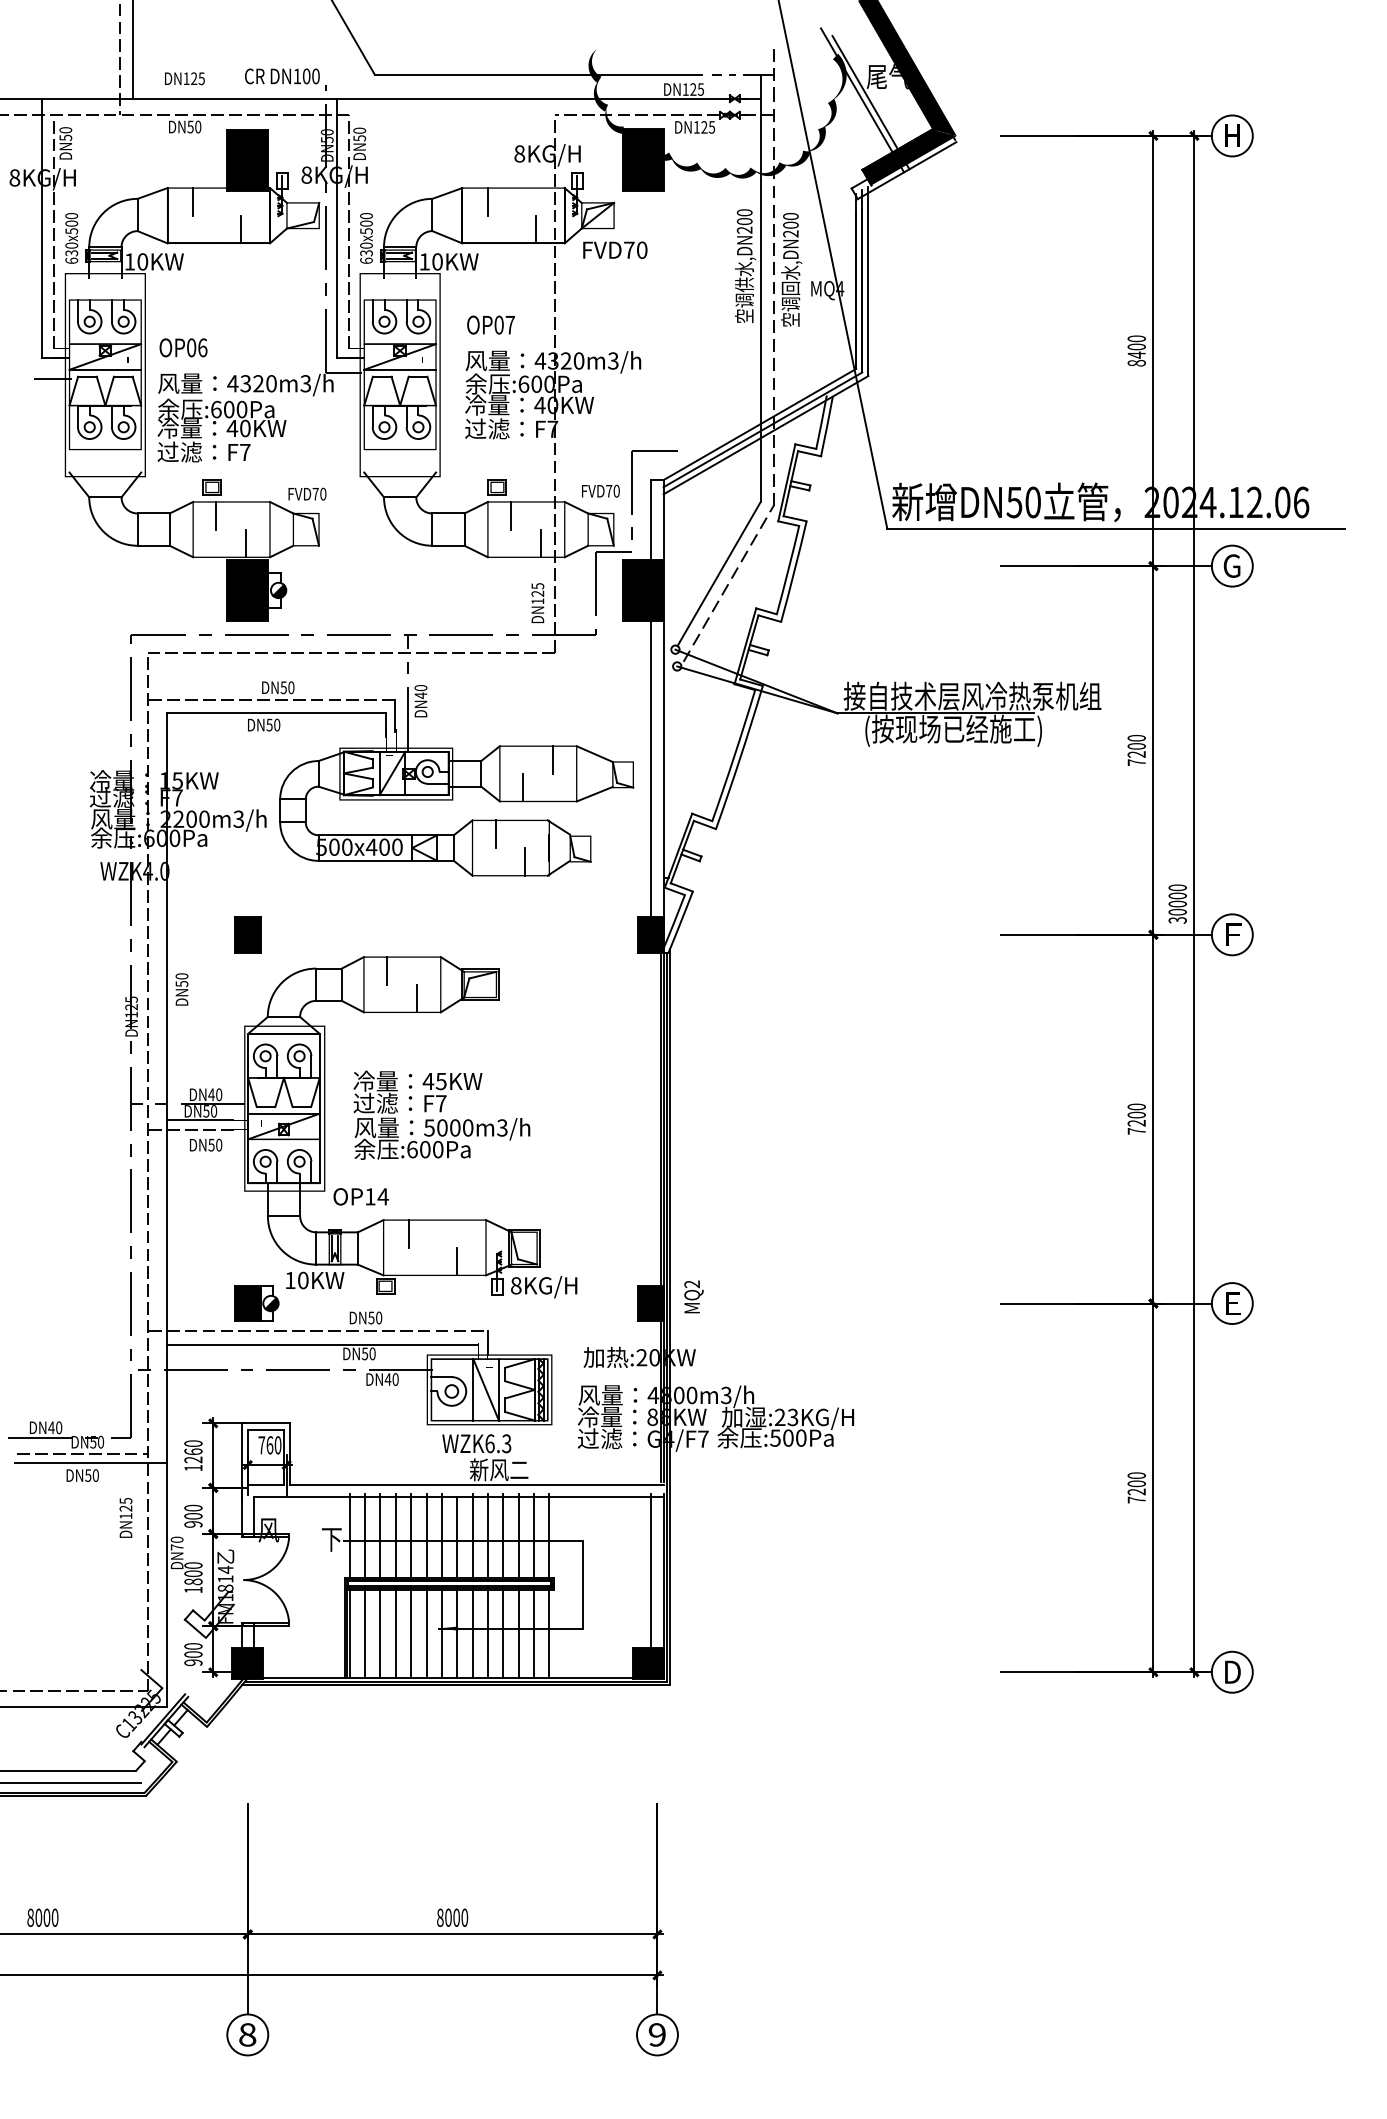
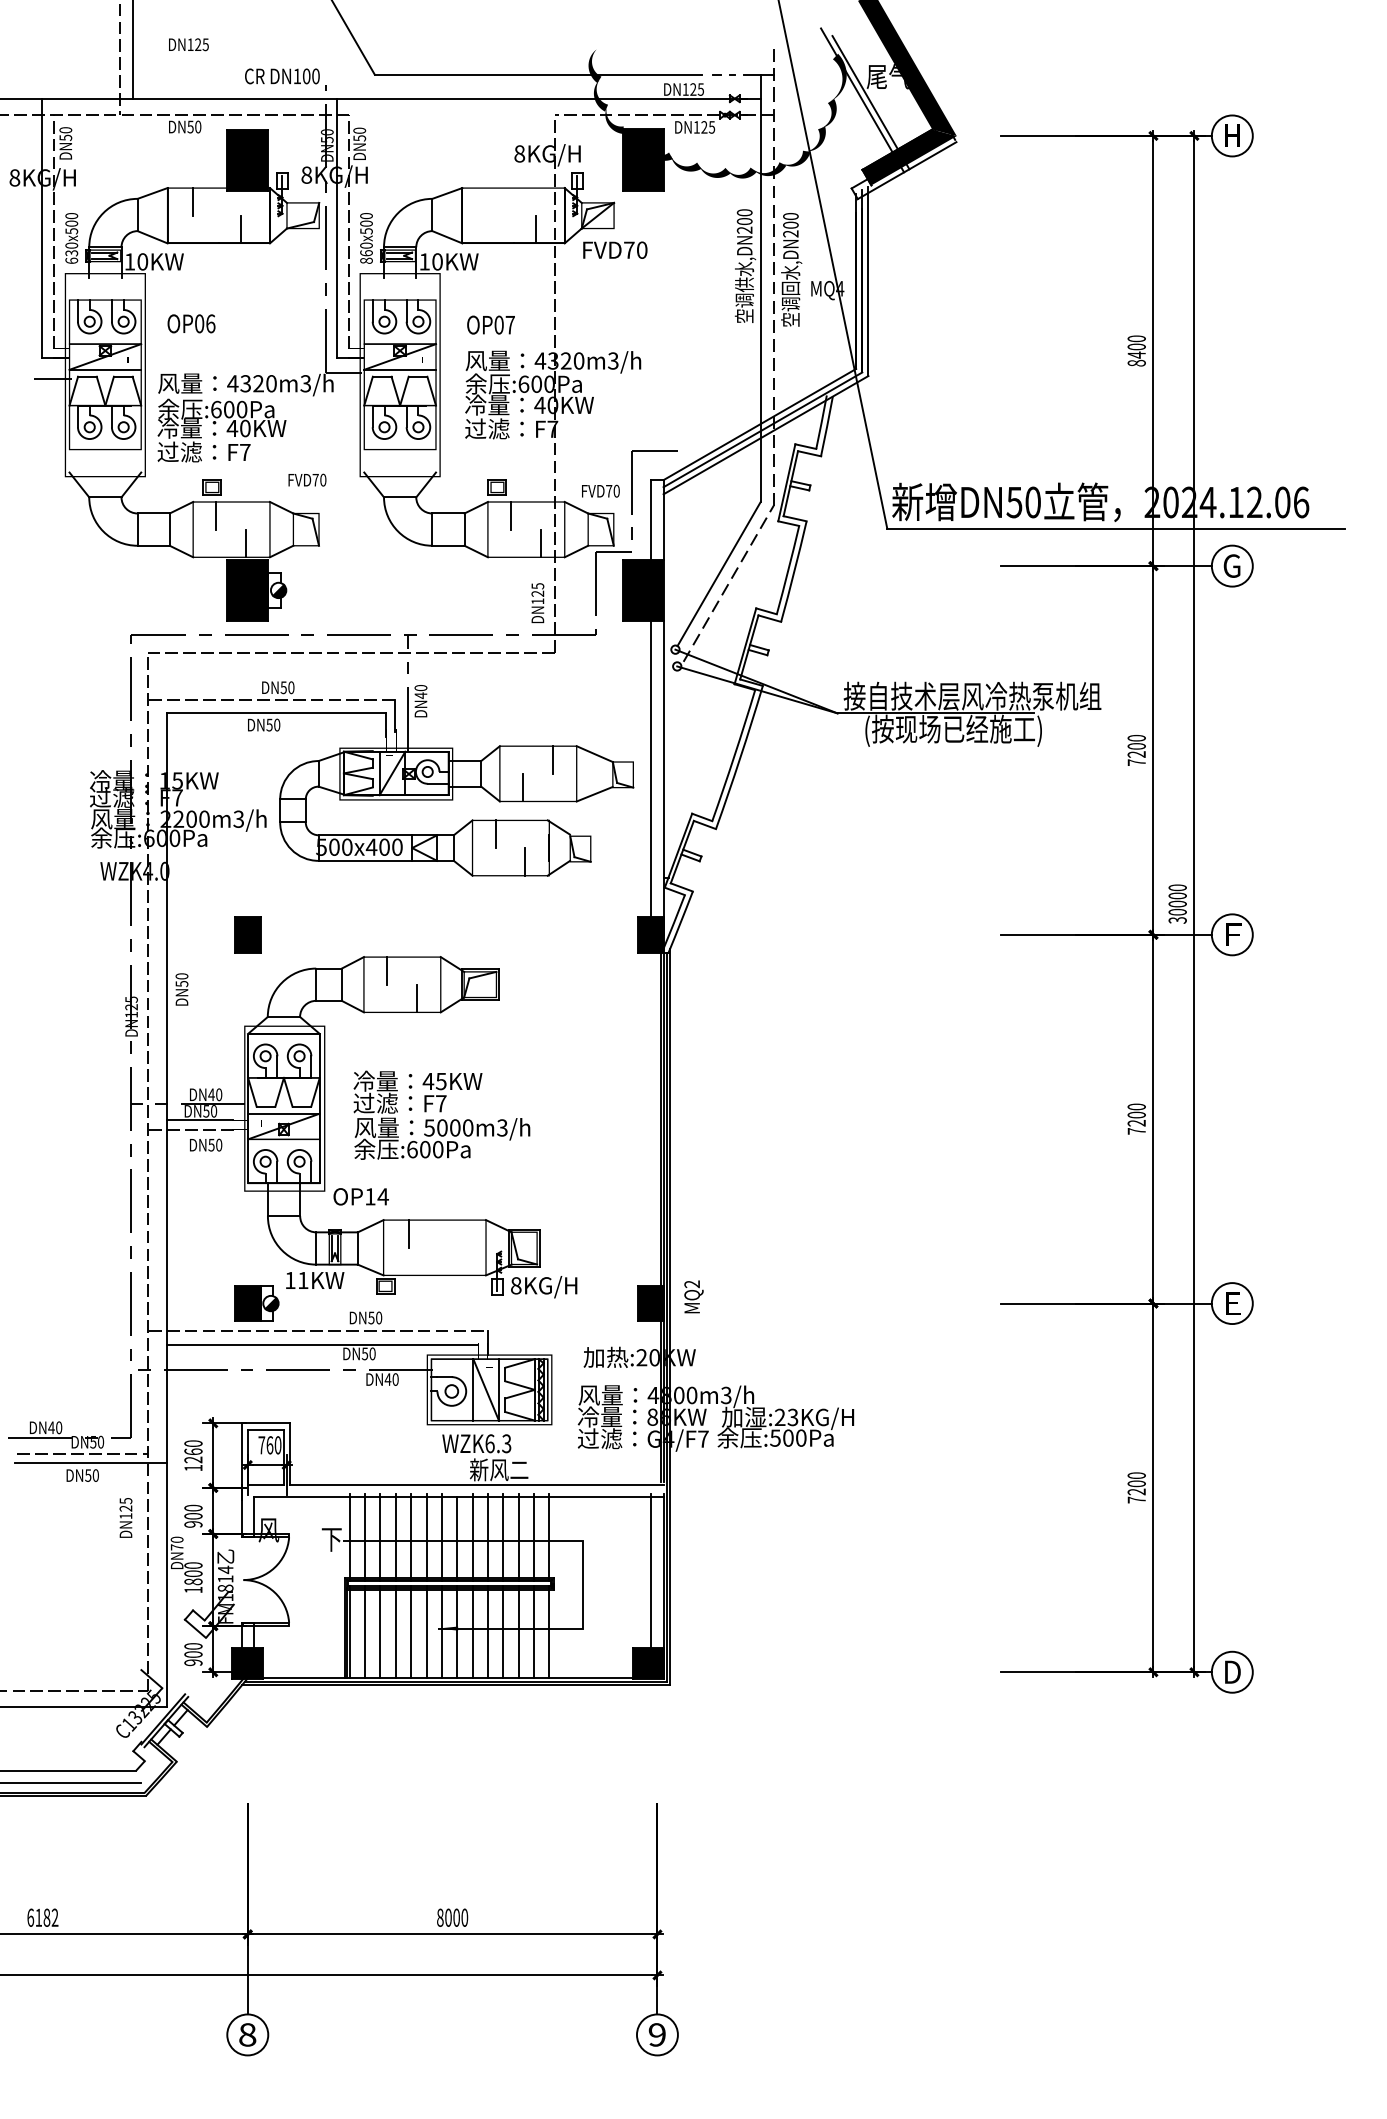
text at (184, 78) position: (184, 78) -> (188, 44)
line at (487, 201): present -> none
text at (366, 256): 630x500 -> 860x500
text at (183, 347) position: (183, 347) -> (191, 323)
text at (307, 493) position: (307, 493) -> (307, 479)
line at (457, 1261): present -> none
text at (303, 1280): 10KW -> 11KW
text at (42, 1917): 8000 -> 6182
